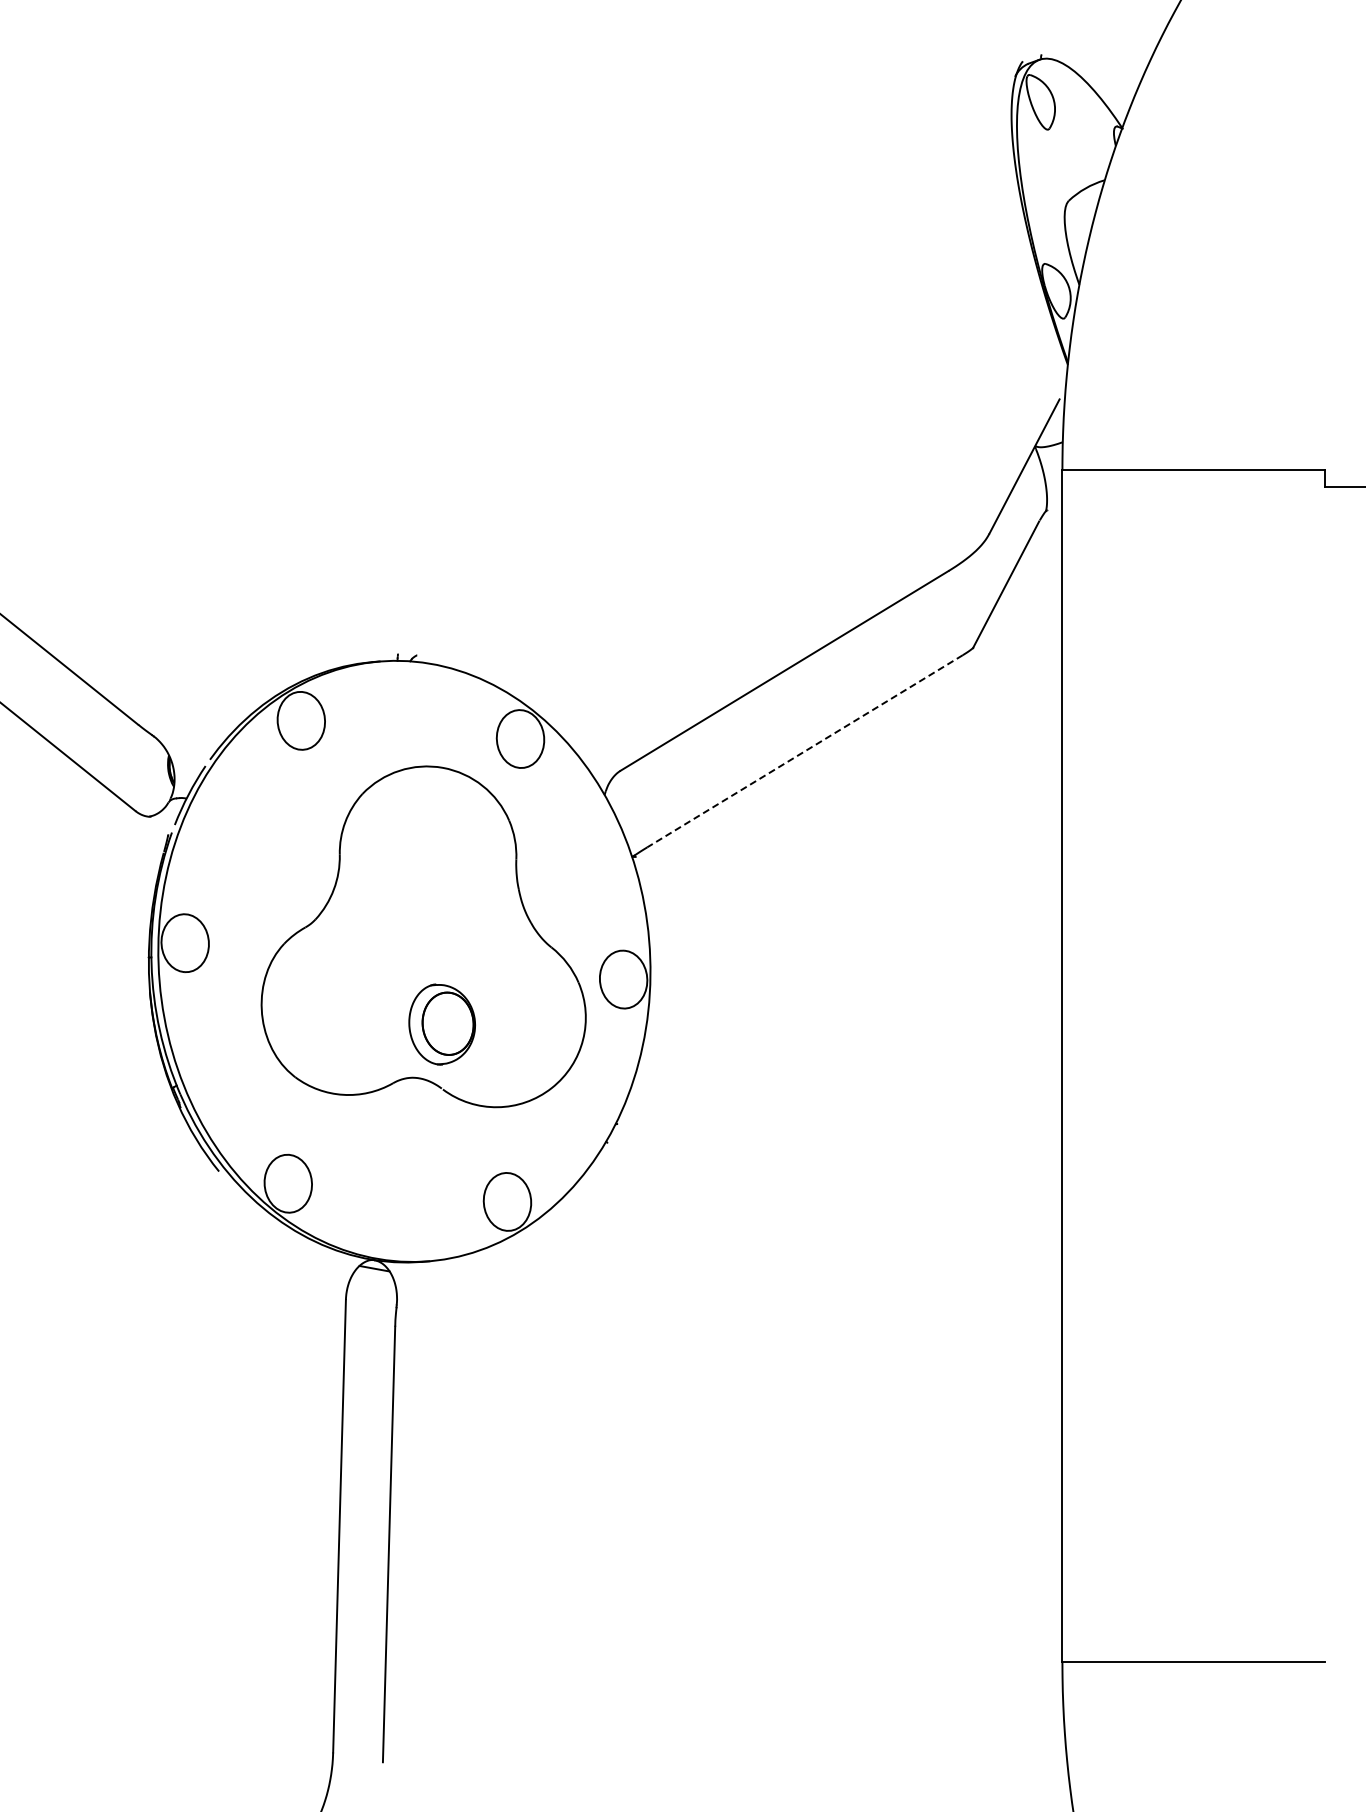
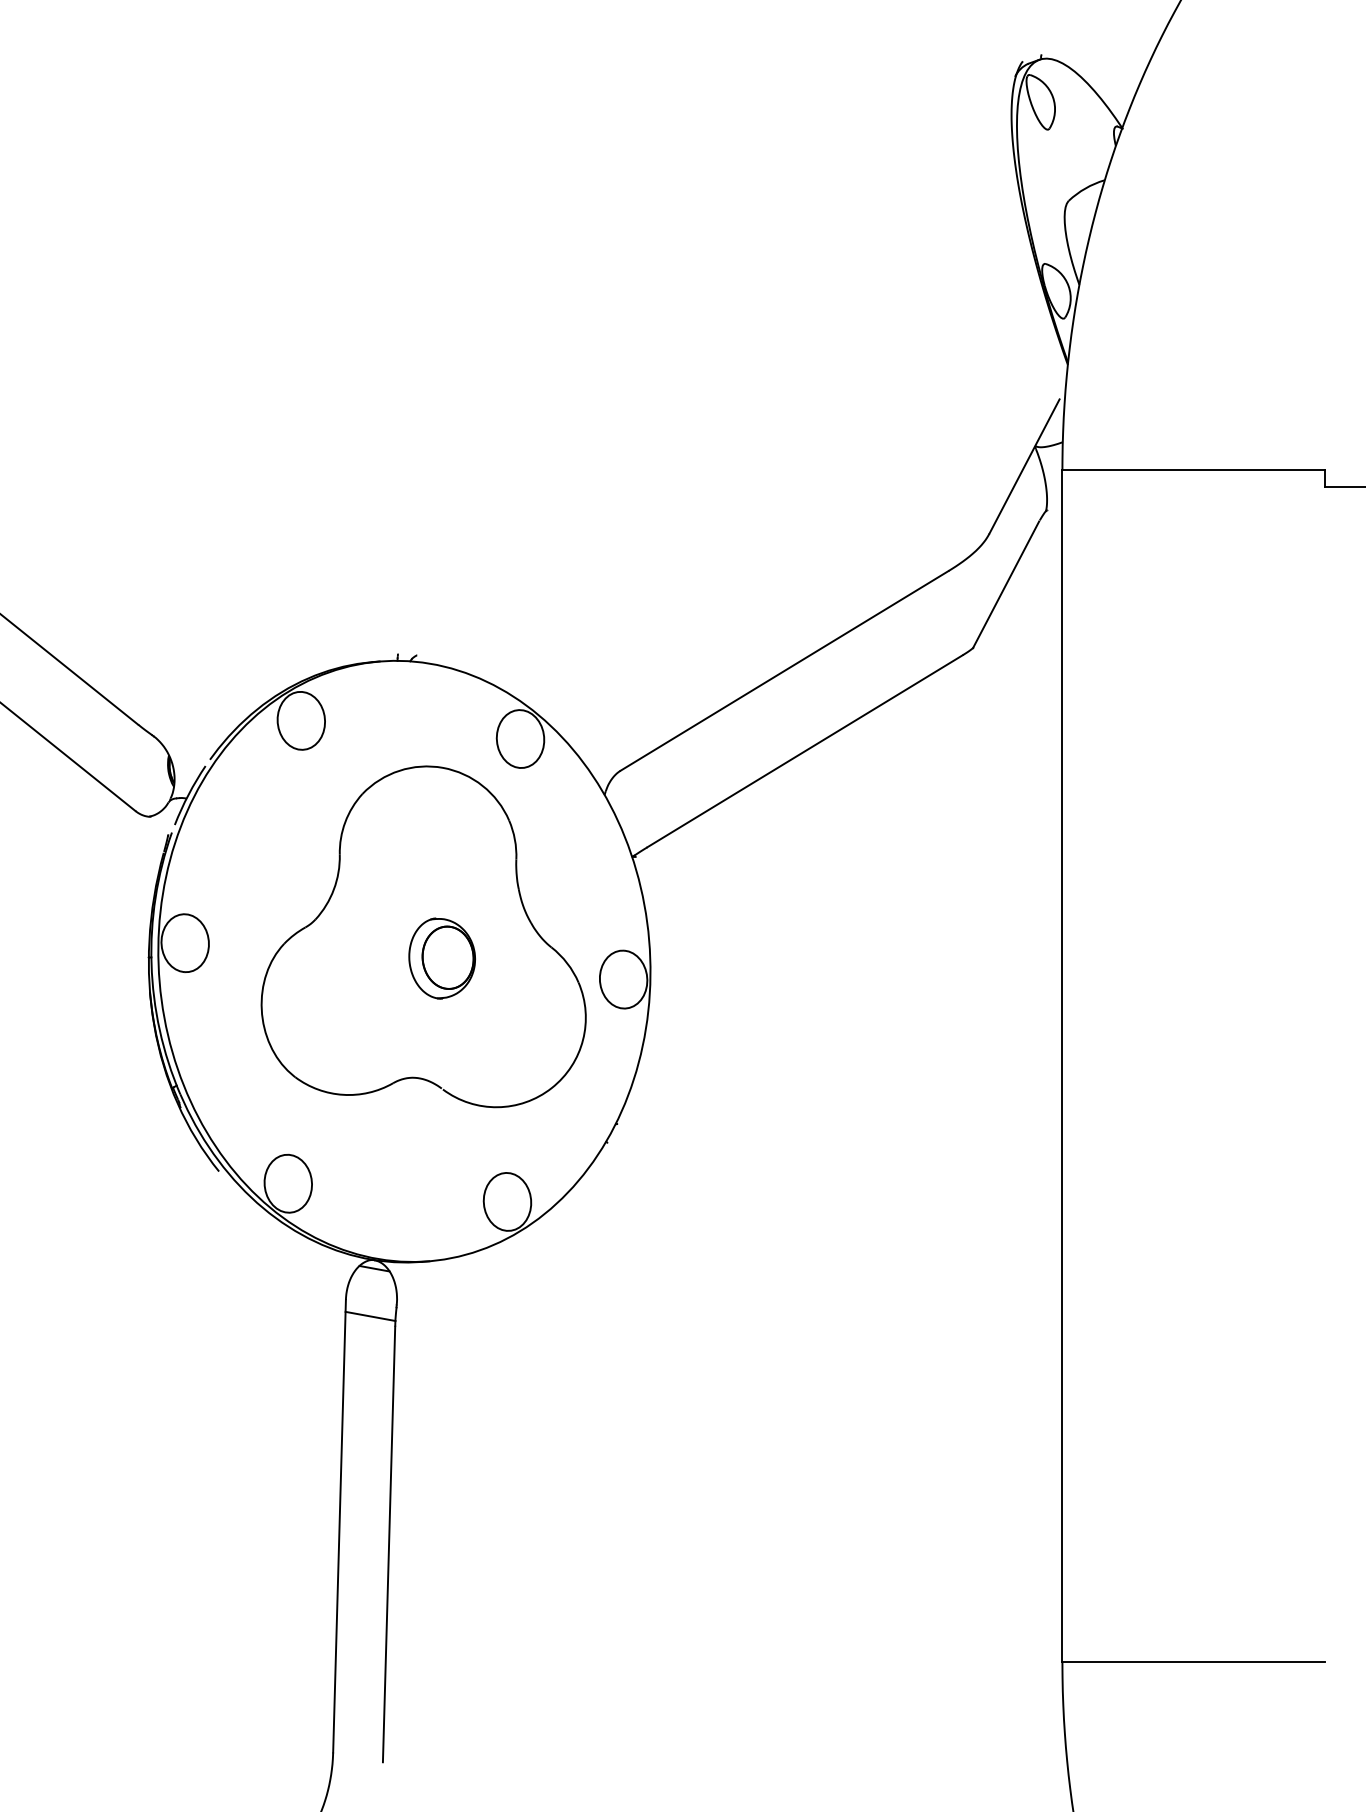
line at (805, 751): dashed -> solid
part at (441, 1024) position: (441, 1024) -> (441, 958)
line at (370, 1316): none -> present
